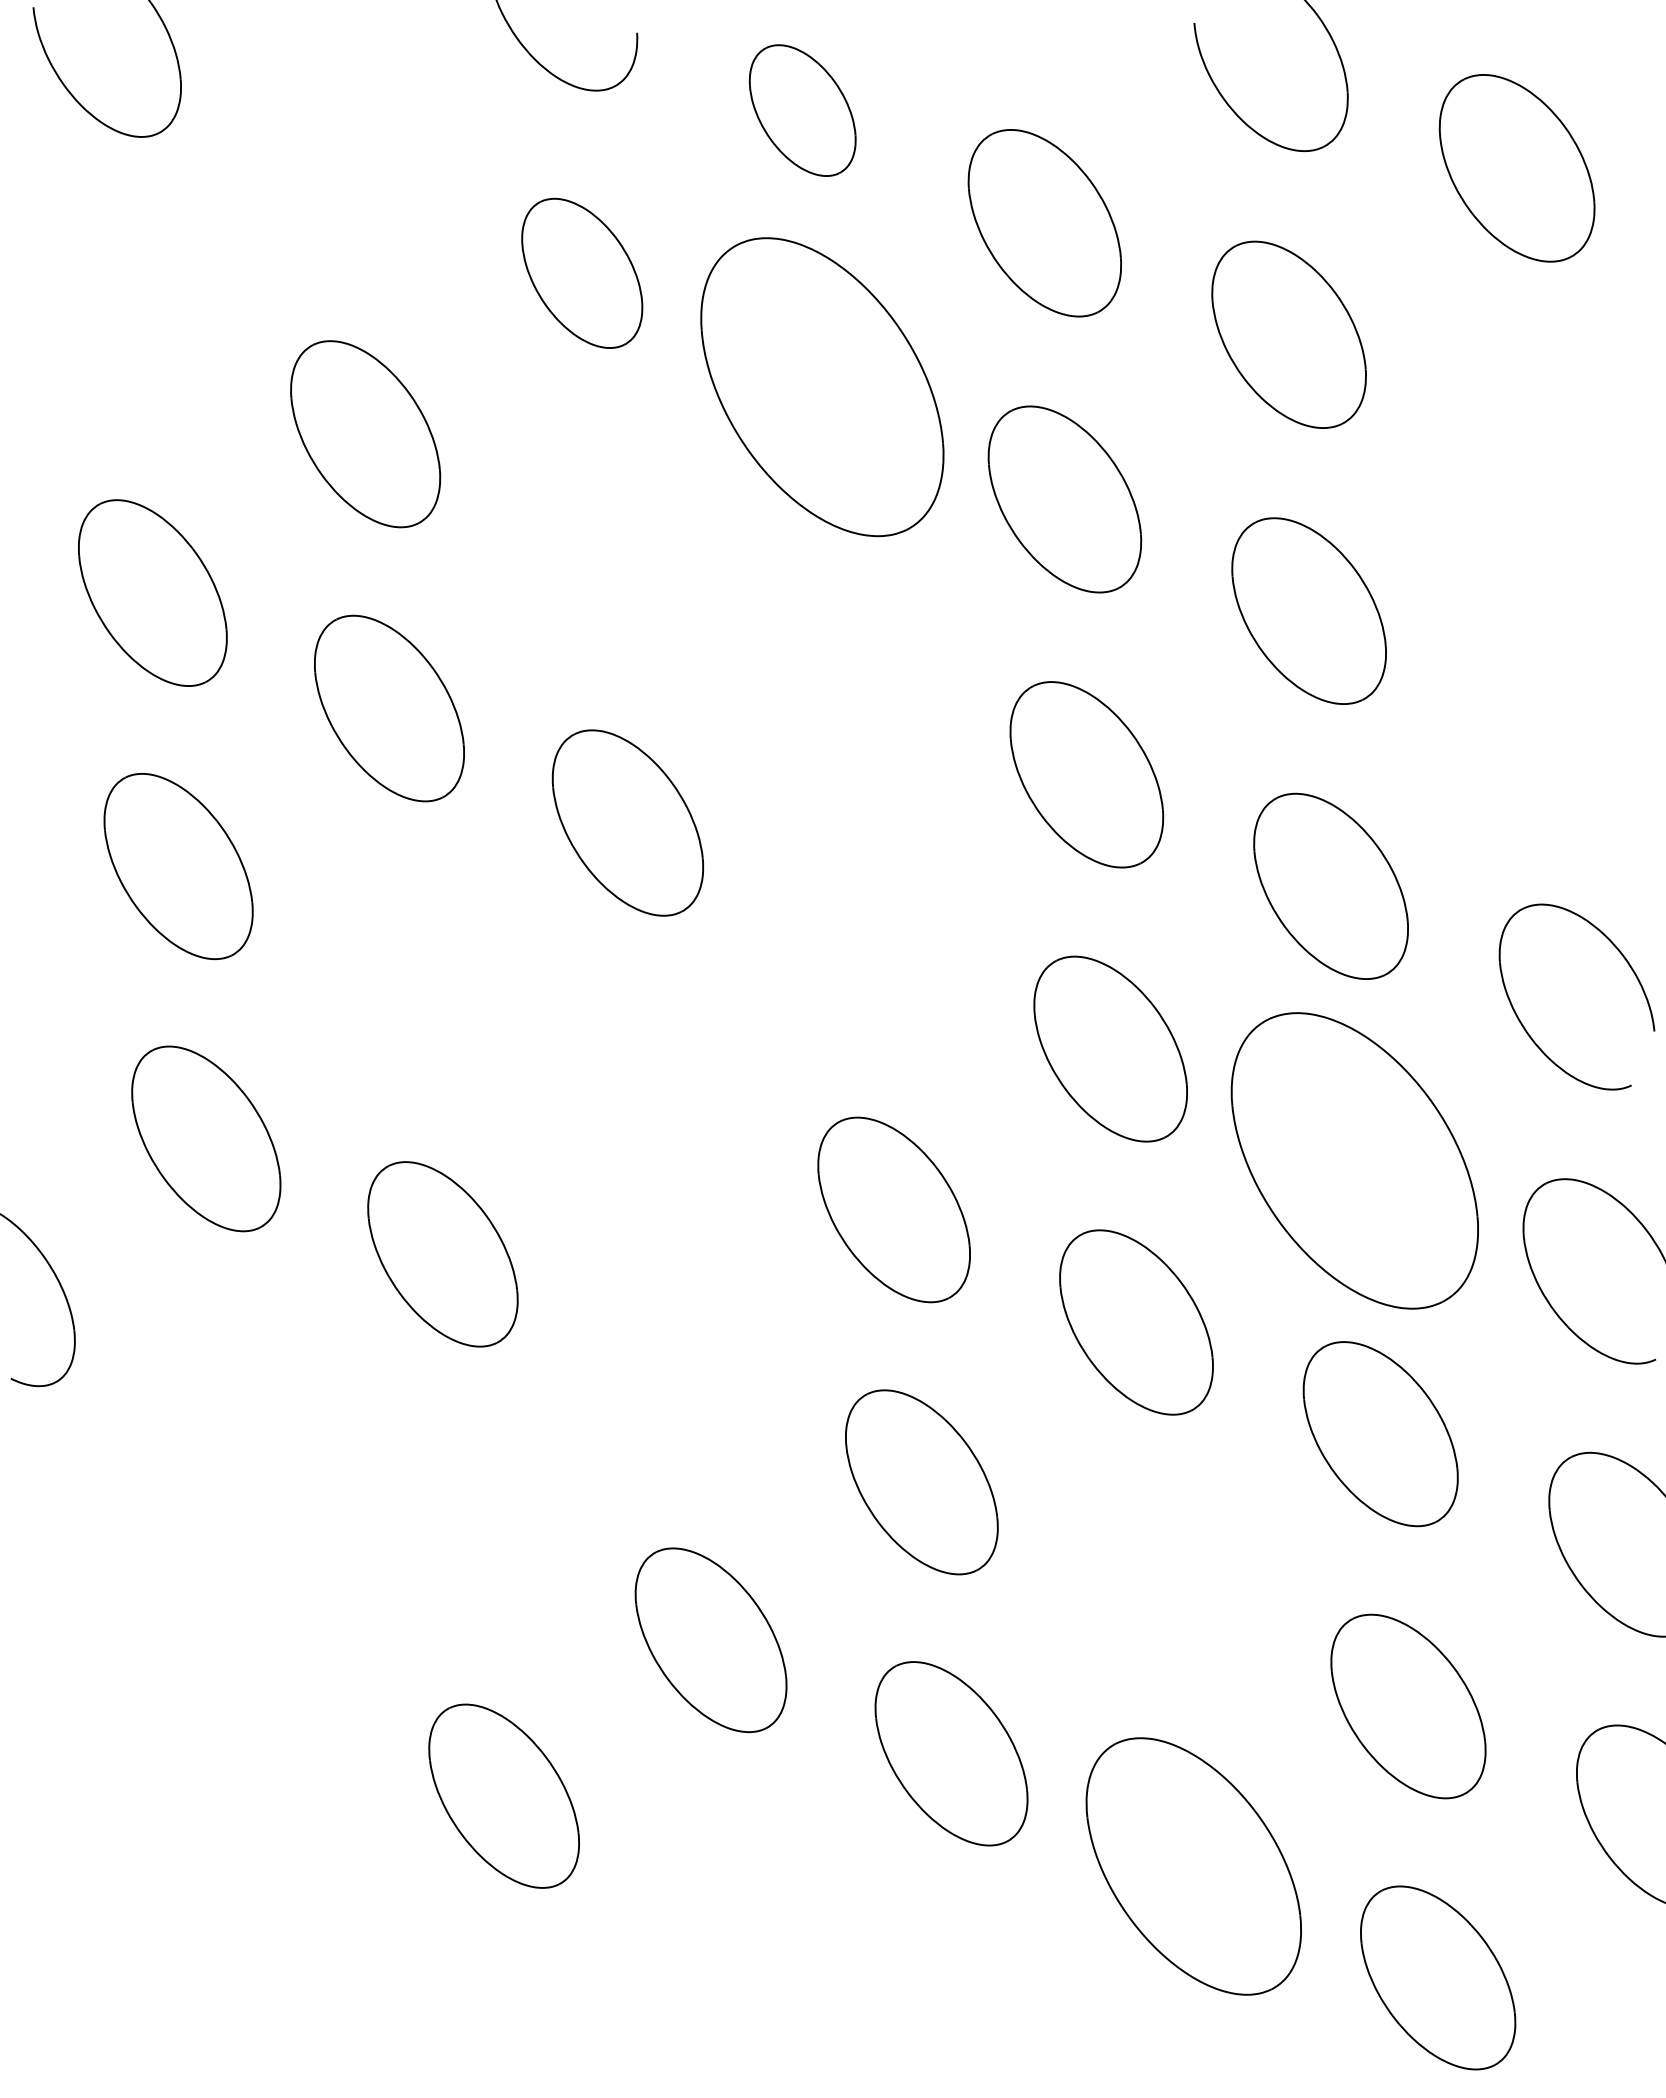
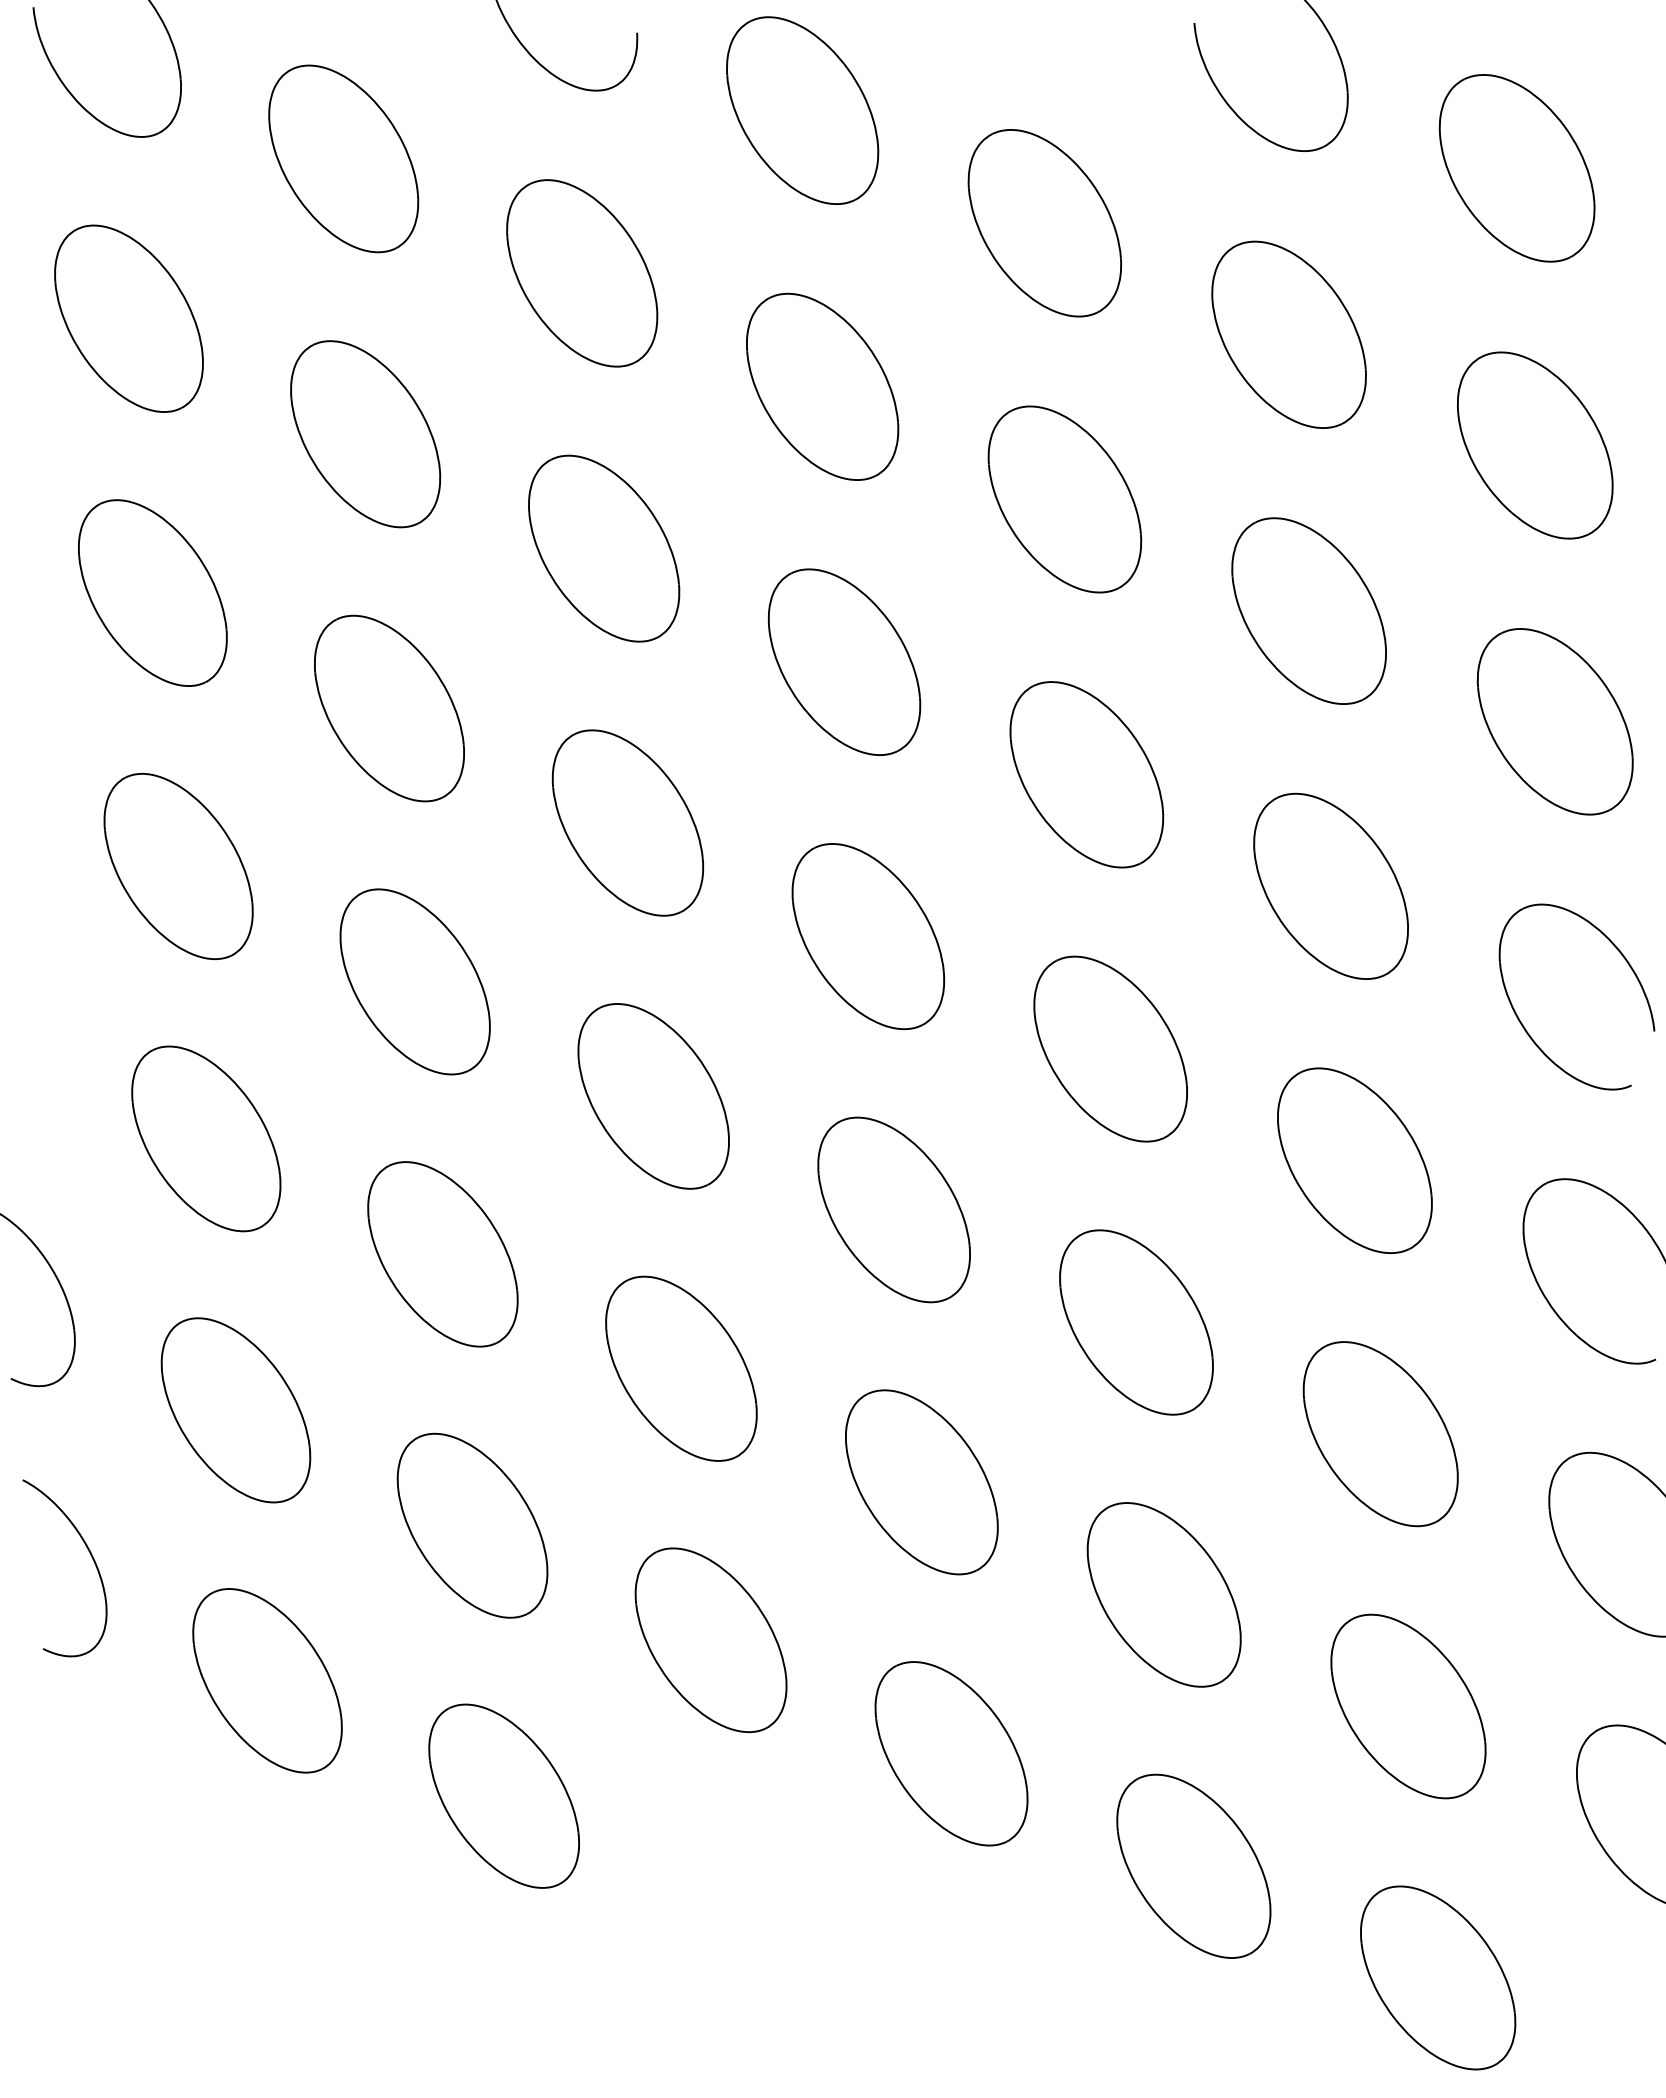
part at (802, 110) size: 109x133 px -> 154x189 px
part at (343, 158): none -> present
part at (582, 272) size: 123x152 px -> 153x189 px
part at (128, 318): none -> present
part at (822, 387) size: 245x301 px -> 154x189 px
part at (1535, 445): none -> present
part at (604, 548): none -> present
part at (844, 661): none -> present
part at (1554, 721): none -> present
part at (867, 936): none -> present
part at (414, 981): none -> present
part at (653, 1096): none -> present
part at (1354, 1160) size: 249x298 px -> 156x187 px
part at (681, 1368): none -> present
part at (235, 1410): none -> present
part at (472, 1525): none -> present
part at (90, 1555): none -> present
part at (1163, 1594): none -> present
part at (267, 1680): none -> present
part at (1193, 1866) size: 217x259 px -> 156x186 px
